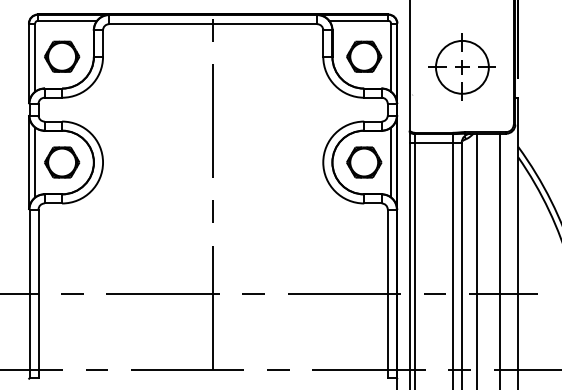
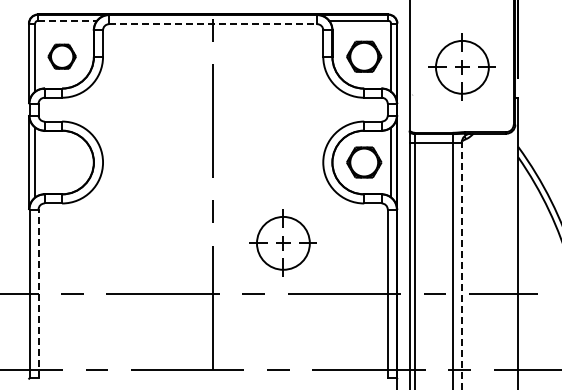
line at (67, 20): solid -> dashed
line at (213, 24): solid -> dashed
part at (62, 56) size: 37x33 px -> 30x27 px
part at (62, 162): present -> none
part at (282, 242): none -> present
line at (477, 259): present -> none
line at (500, 259): present -> none
line at (461, 265): solid -> dashed
line at (38, 293): solid -> dashed
